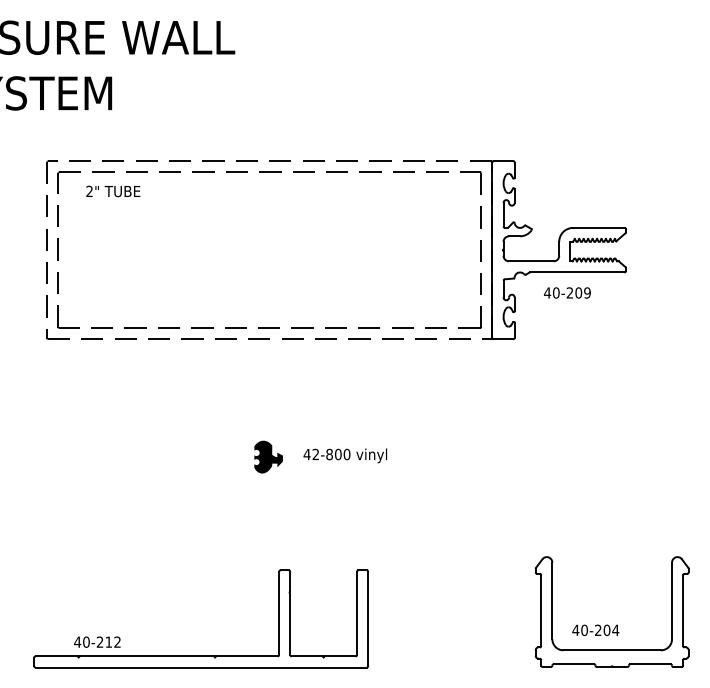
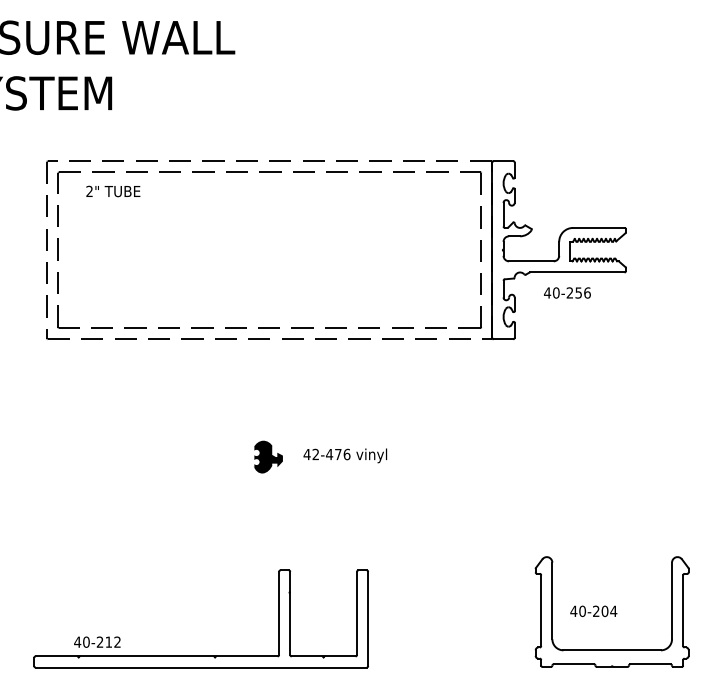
text at (582, 292): 40-209 -> 40-256
text at (338, 454): 42-800 -> 42-476
text at (595, 630) position: (595, 630) -> (593, 611)
